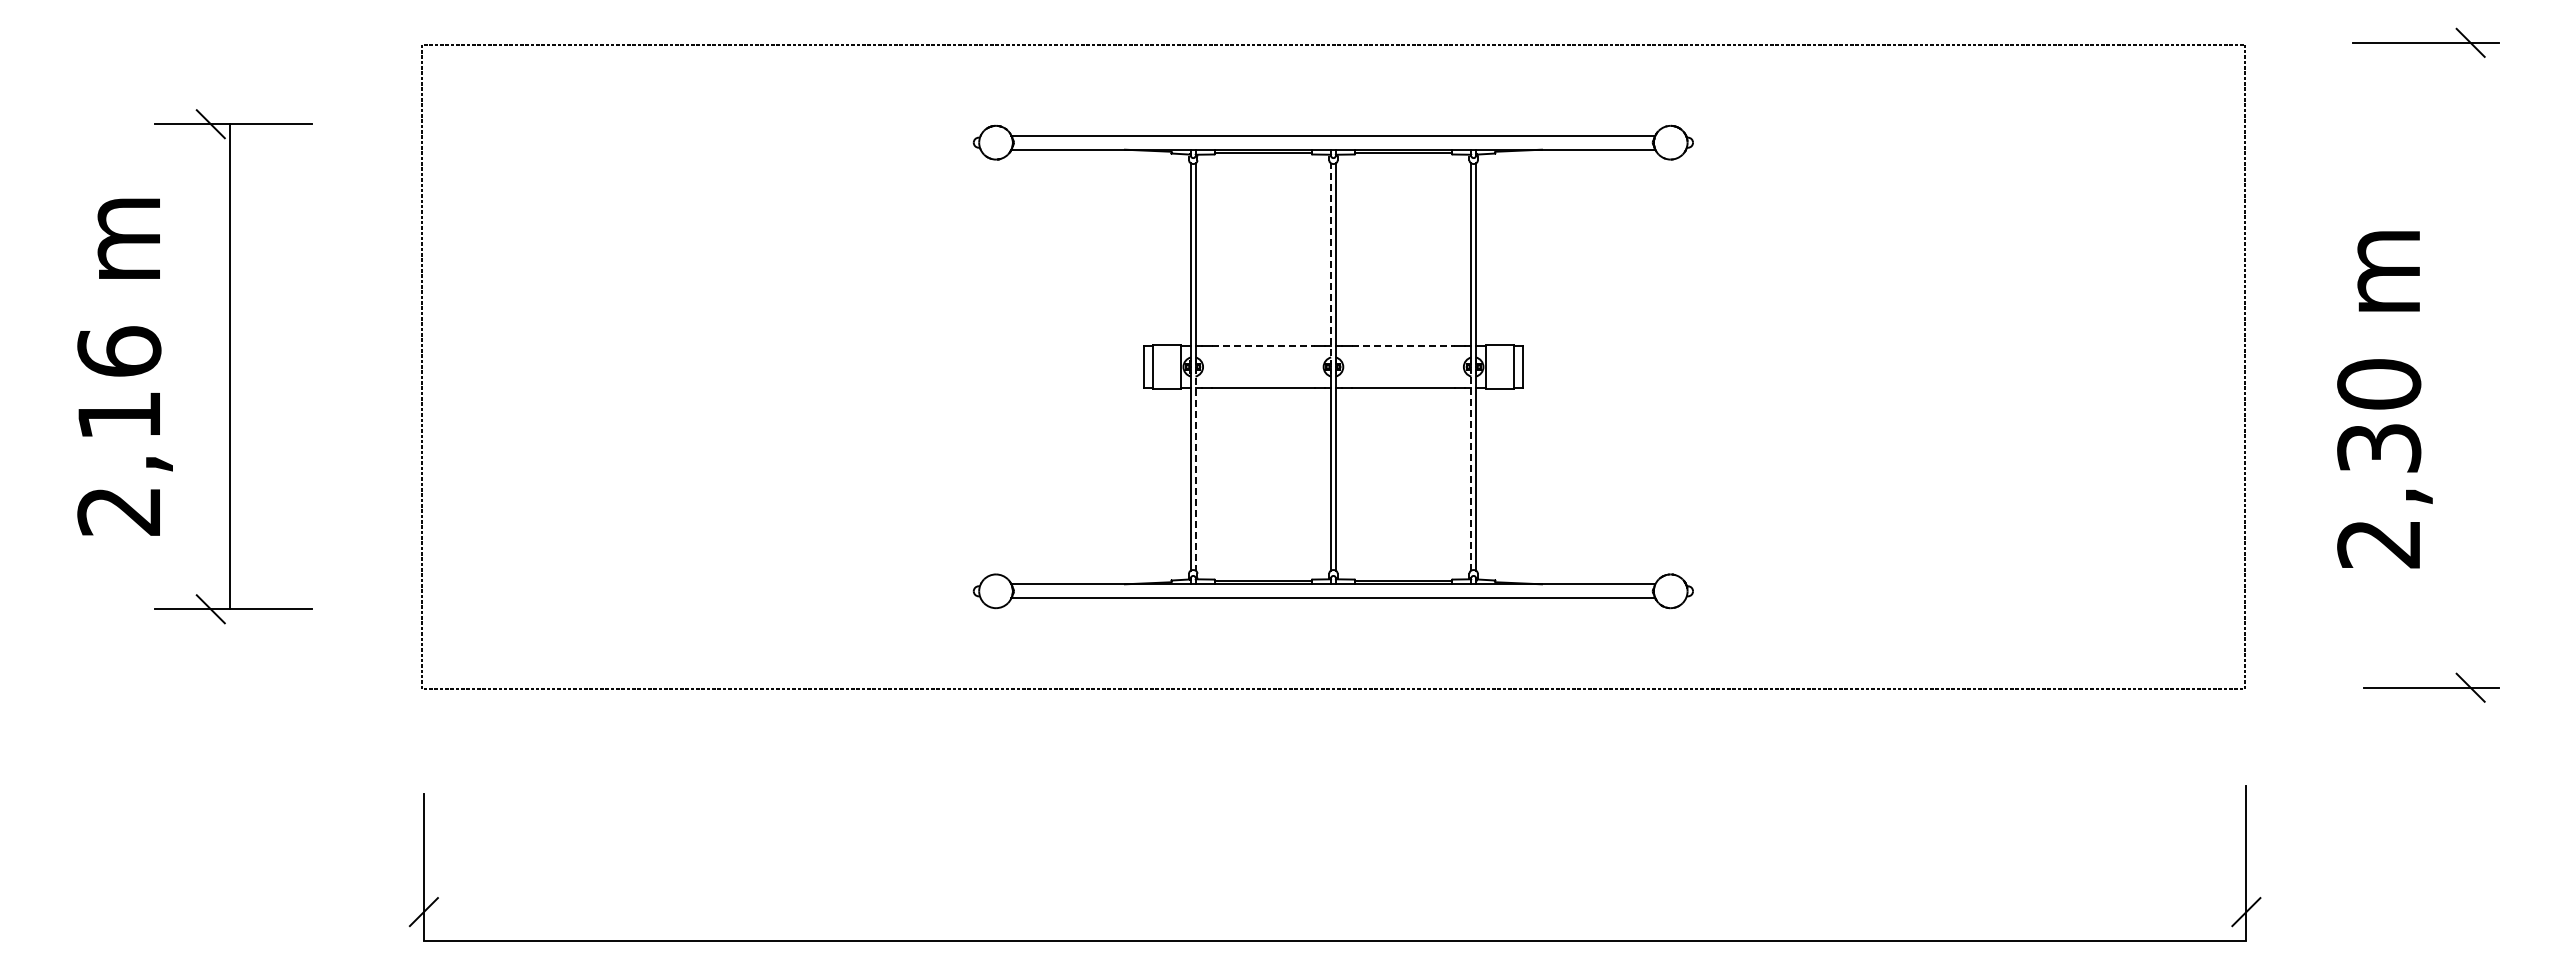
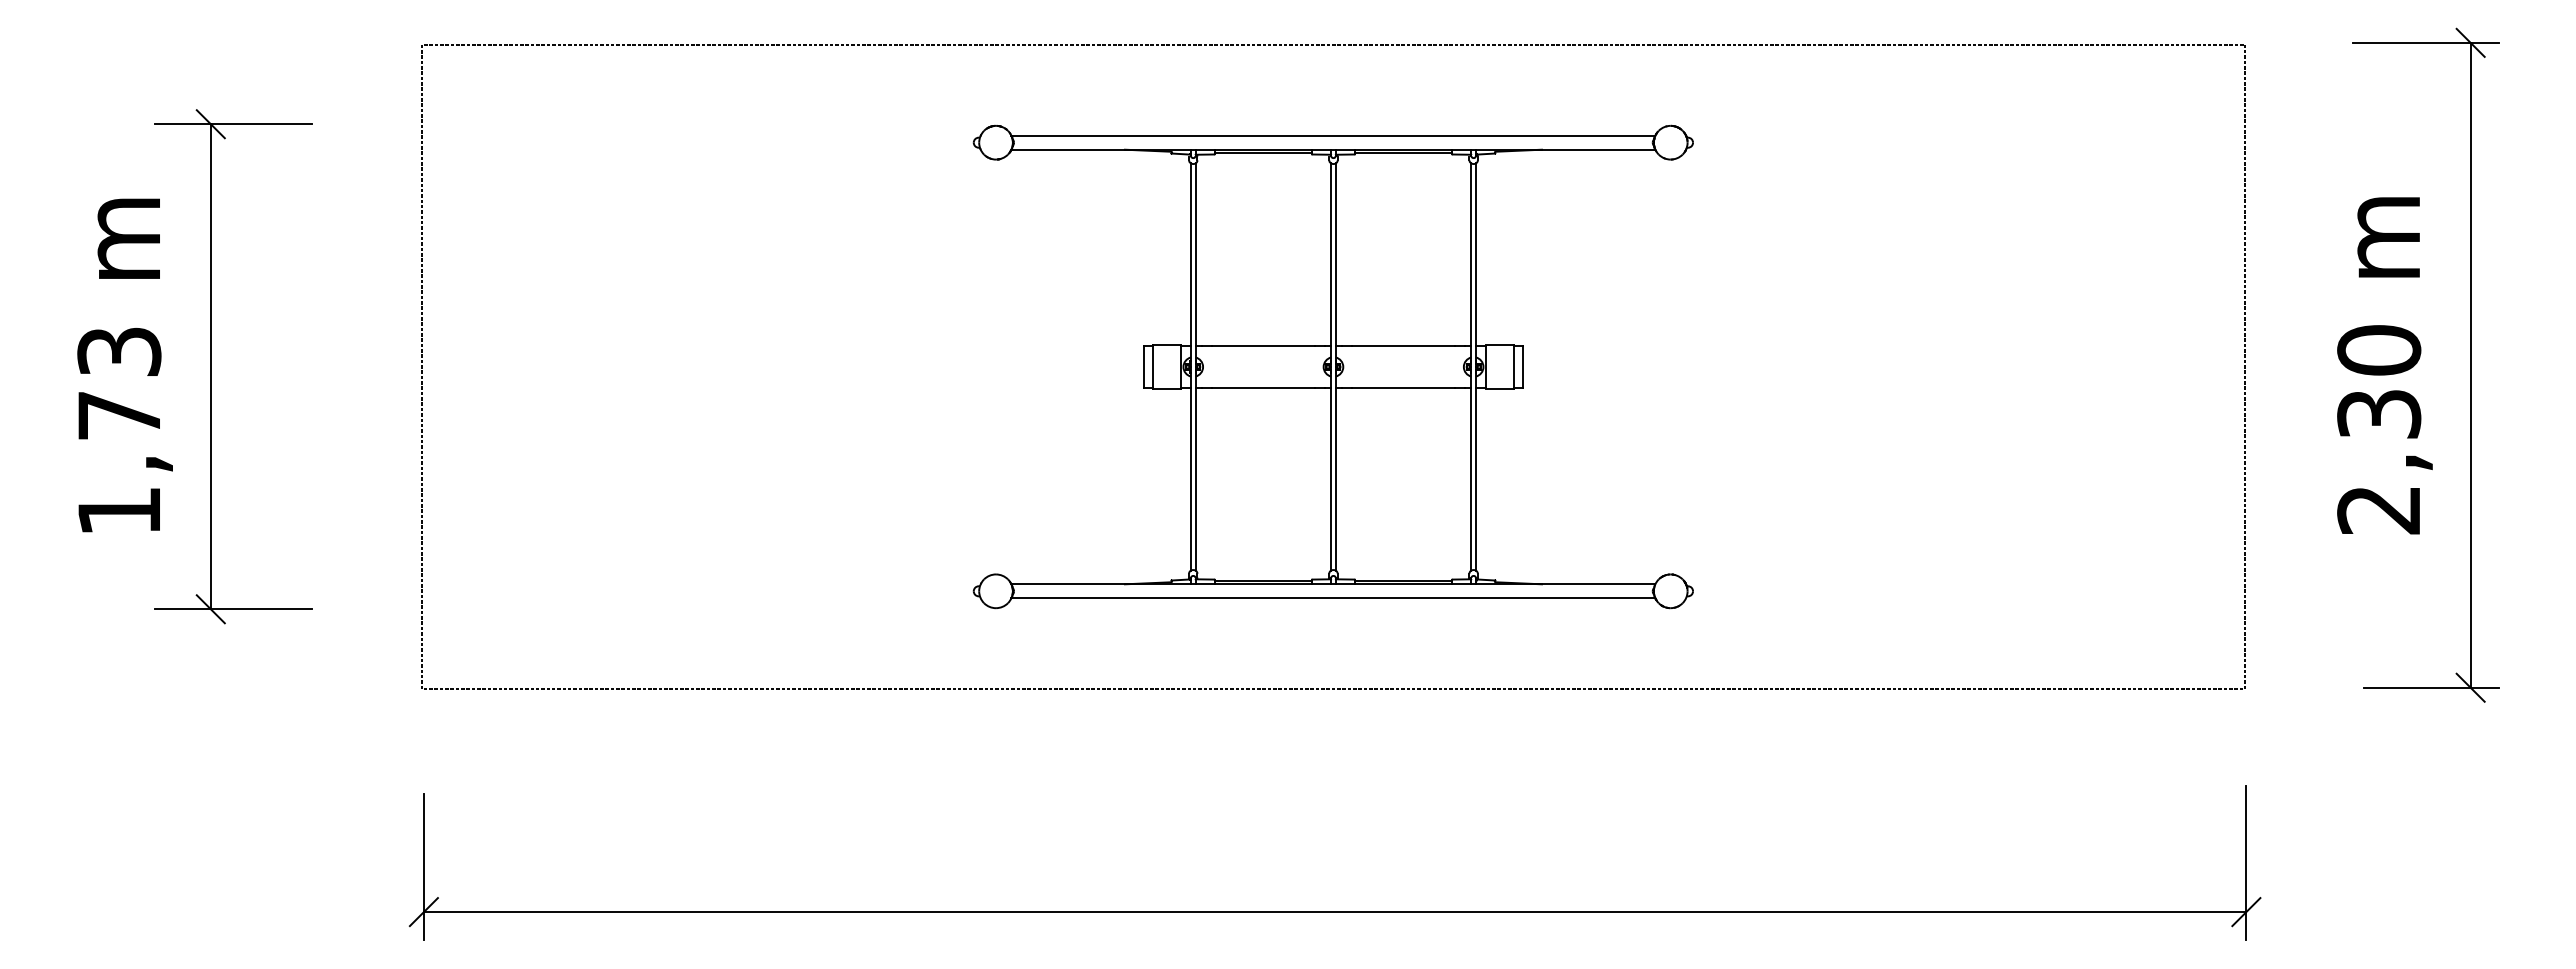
line at (1331, 265): dashed -> solid
line at (1263, 345): dashed -> solid
line at (1404, 345): dashed -> solid
line at (2470, 364): none -> present
line at (229, 366) position: (229, 366) -> (210, 366)
text at (2384, 399) position: (2384, 399) -> (2384, 365)
text at (119, 430): 2,16 -> 1,73
line at (1195, 468): dashed -> solid
line at (1471, 468): dashed -> solid
line at (1334, 941) position: (1334, 941) -> (1334, 912)
